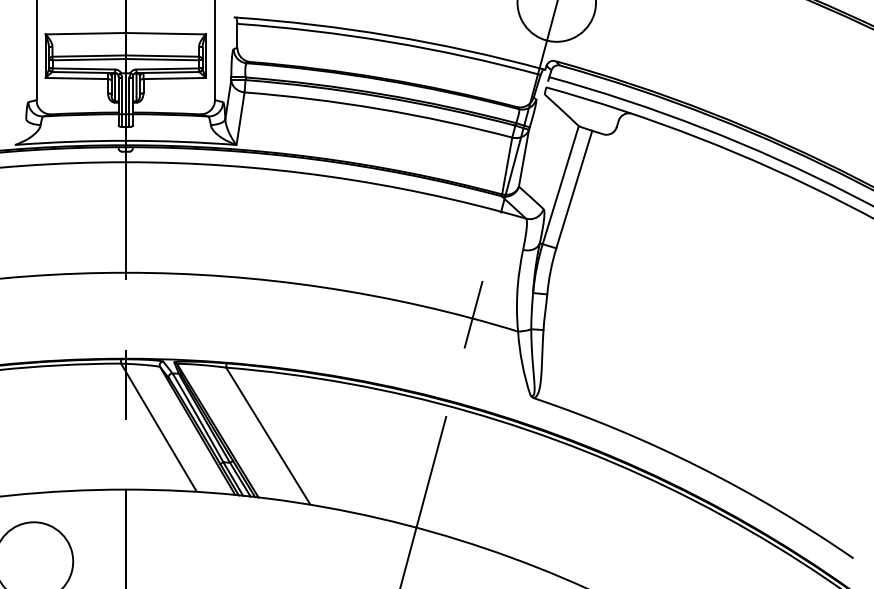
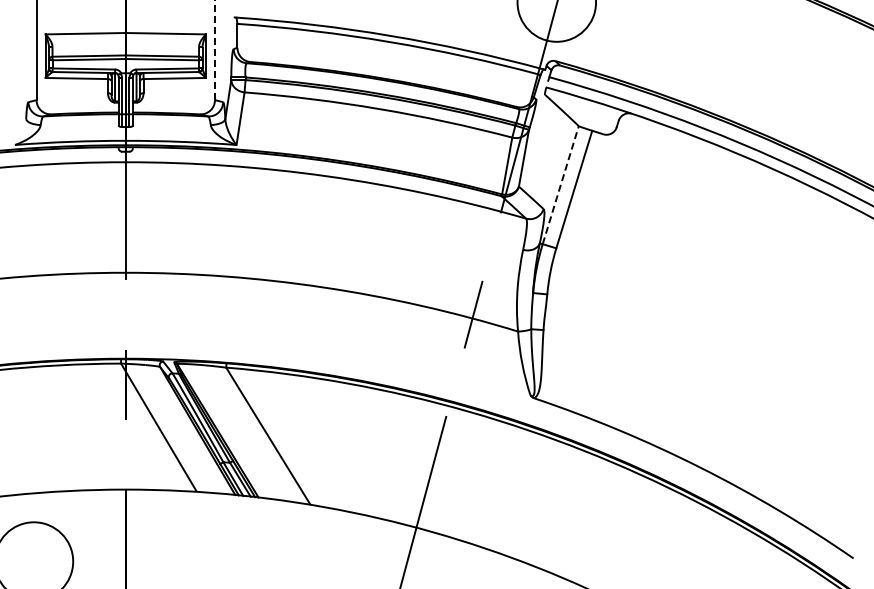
line at (214, 50): solid -> dashed
line at (560, 185): solid -> dashed
